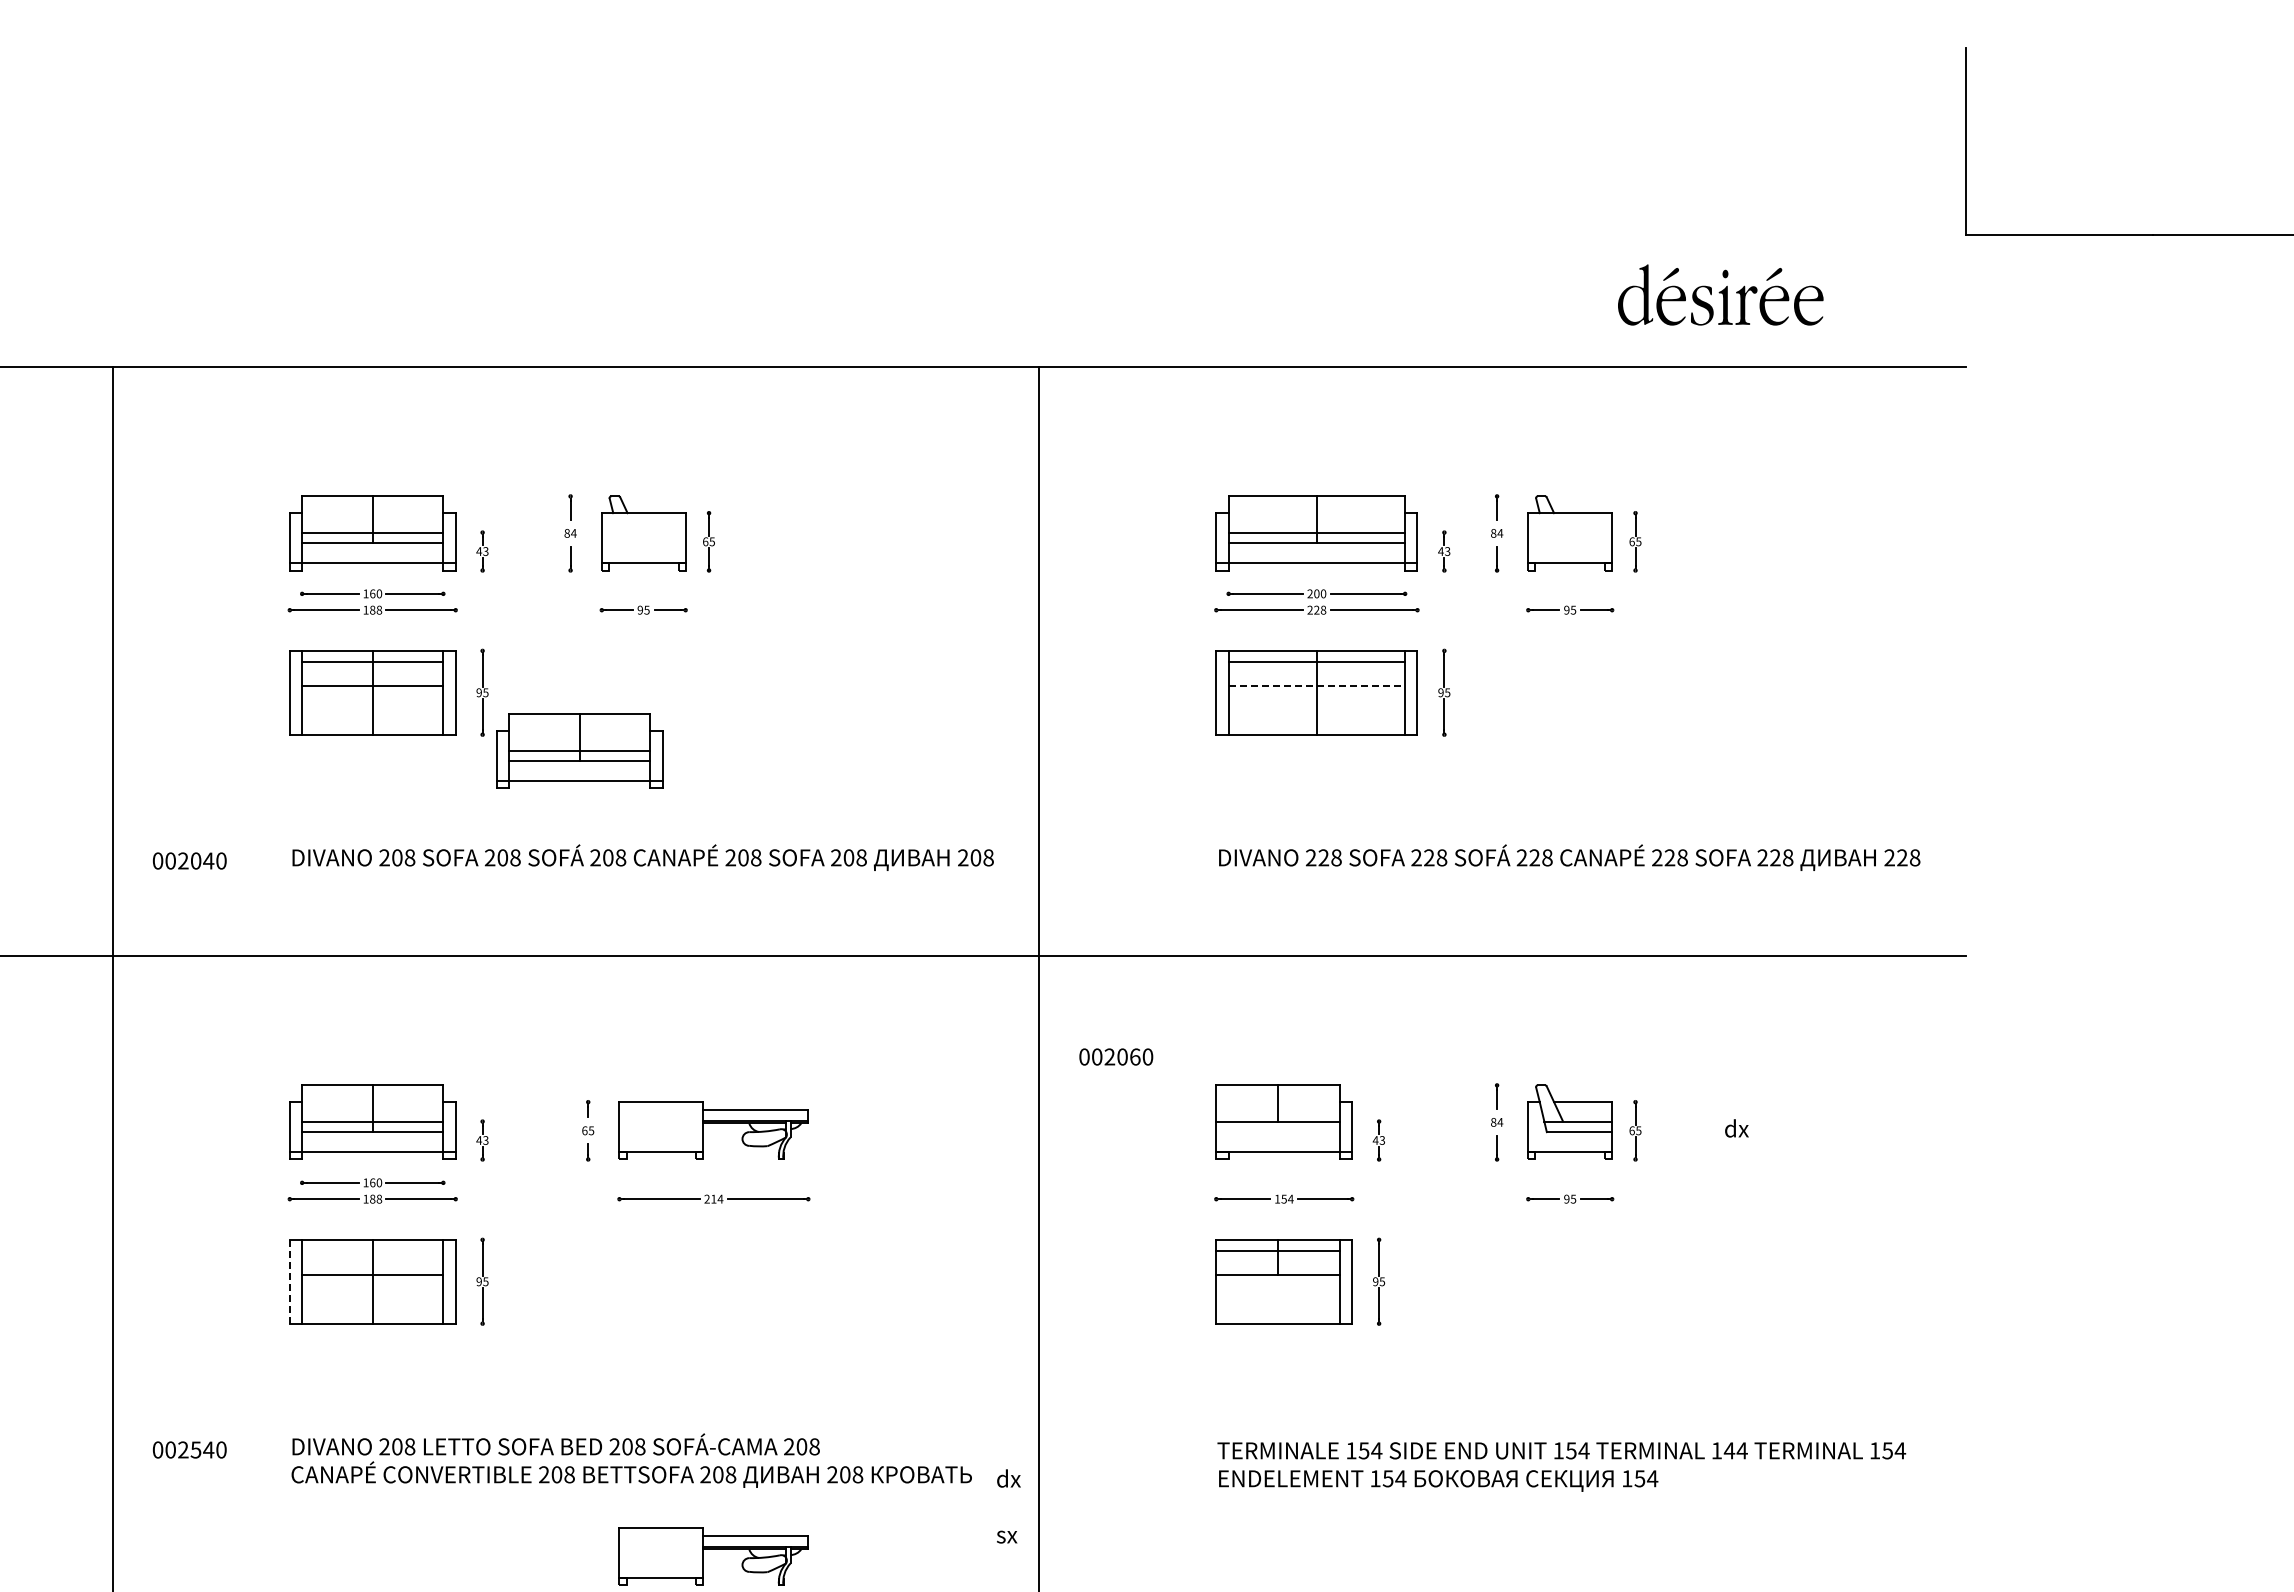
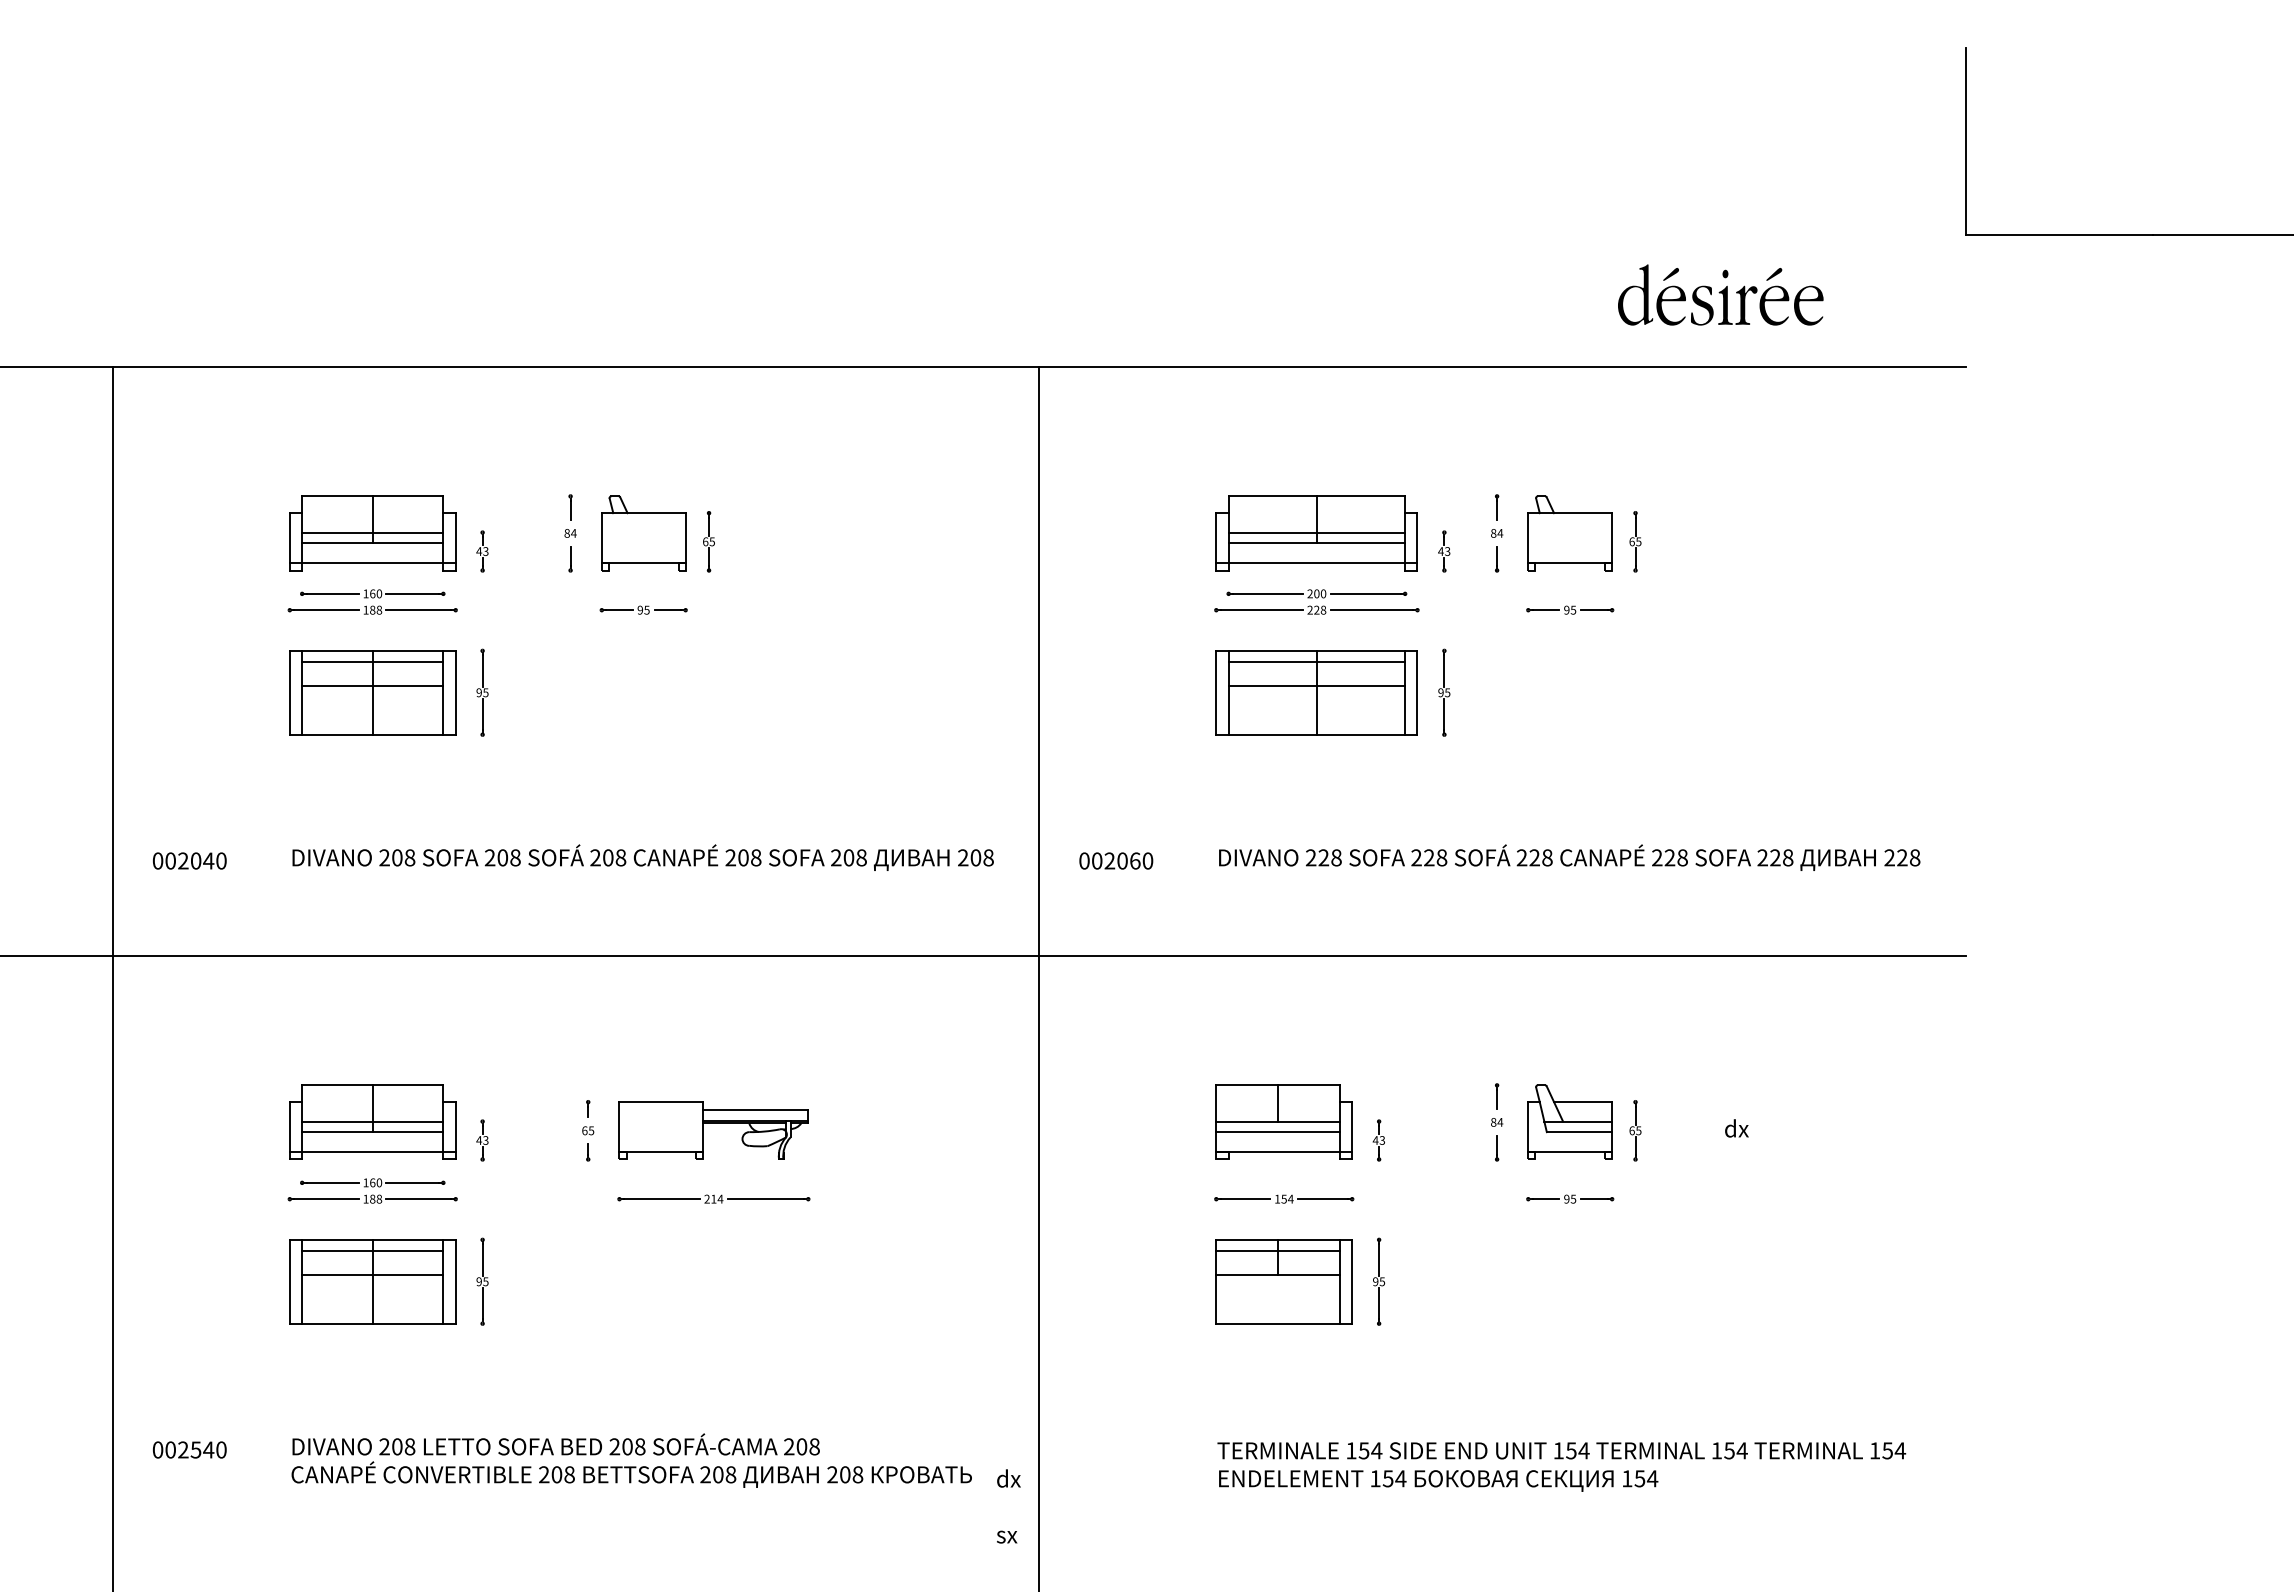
line at (1317, 686): dashed -> solid
part at (579, 750): present -> none
text at (1116, 1056) position: (1116, 1056) -> (1116, 860)
line at (1277, 1132): none -> present
line at (372, 1251): none -> present
line at (289, 1281): dashed -> solid
text at (1729, 1450): 144 -> 154
part at (713, 1549): present -> none
